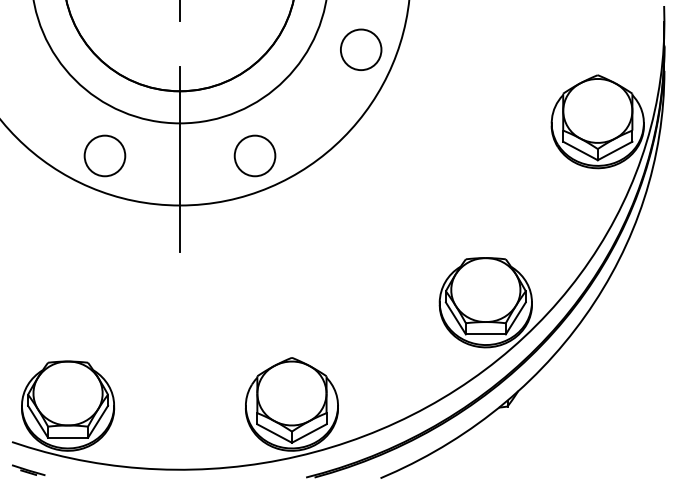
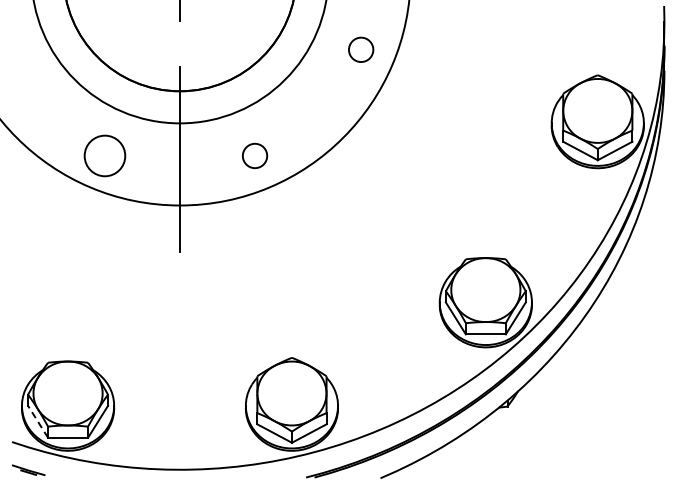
circle at (360, 49) diameter: 41 px -> 24 px
circle at (254, 155) size: 44x44 px -> 27x27 px
line at (38, 421): solid -> dashed
